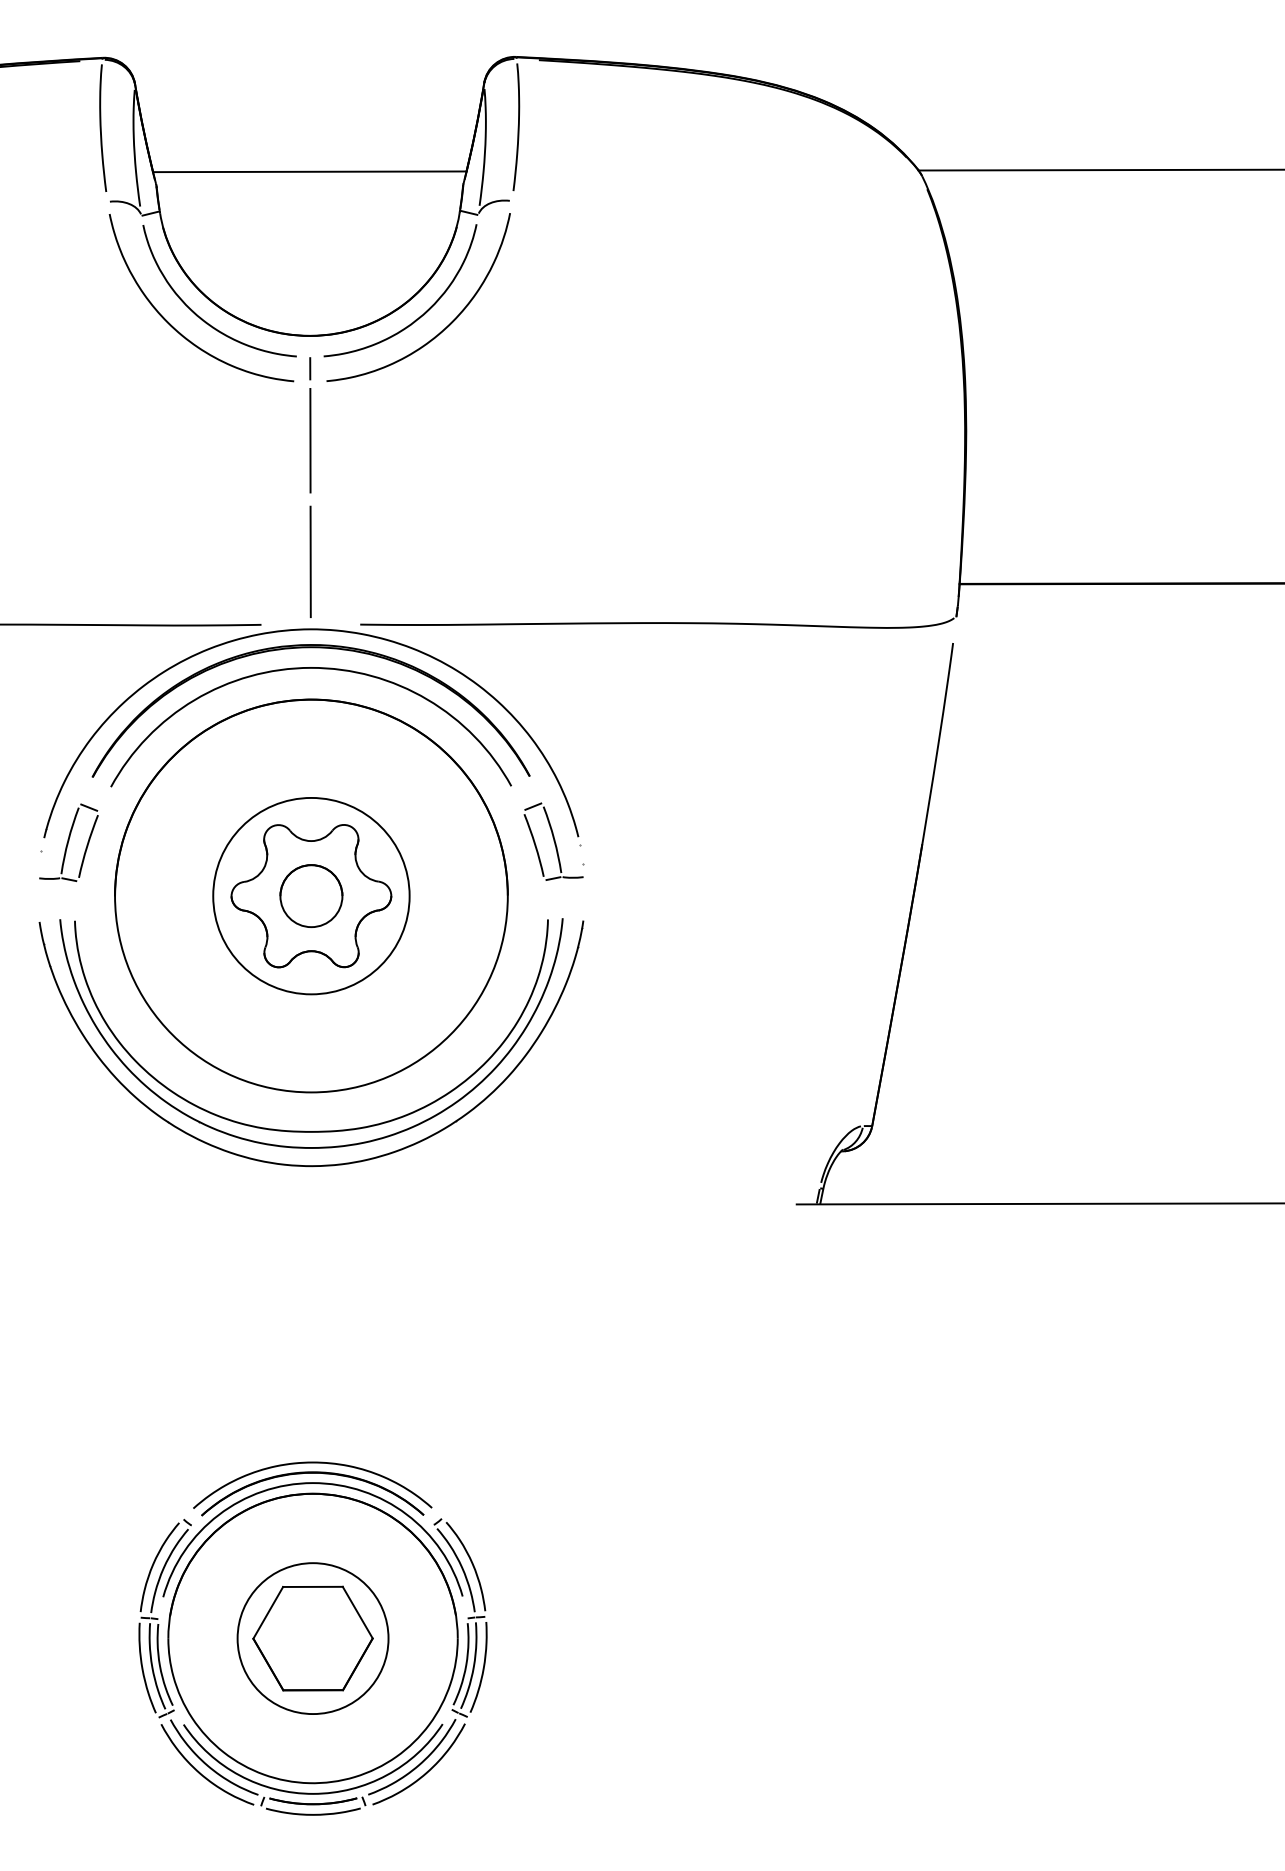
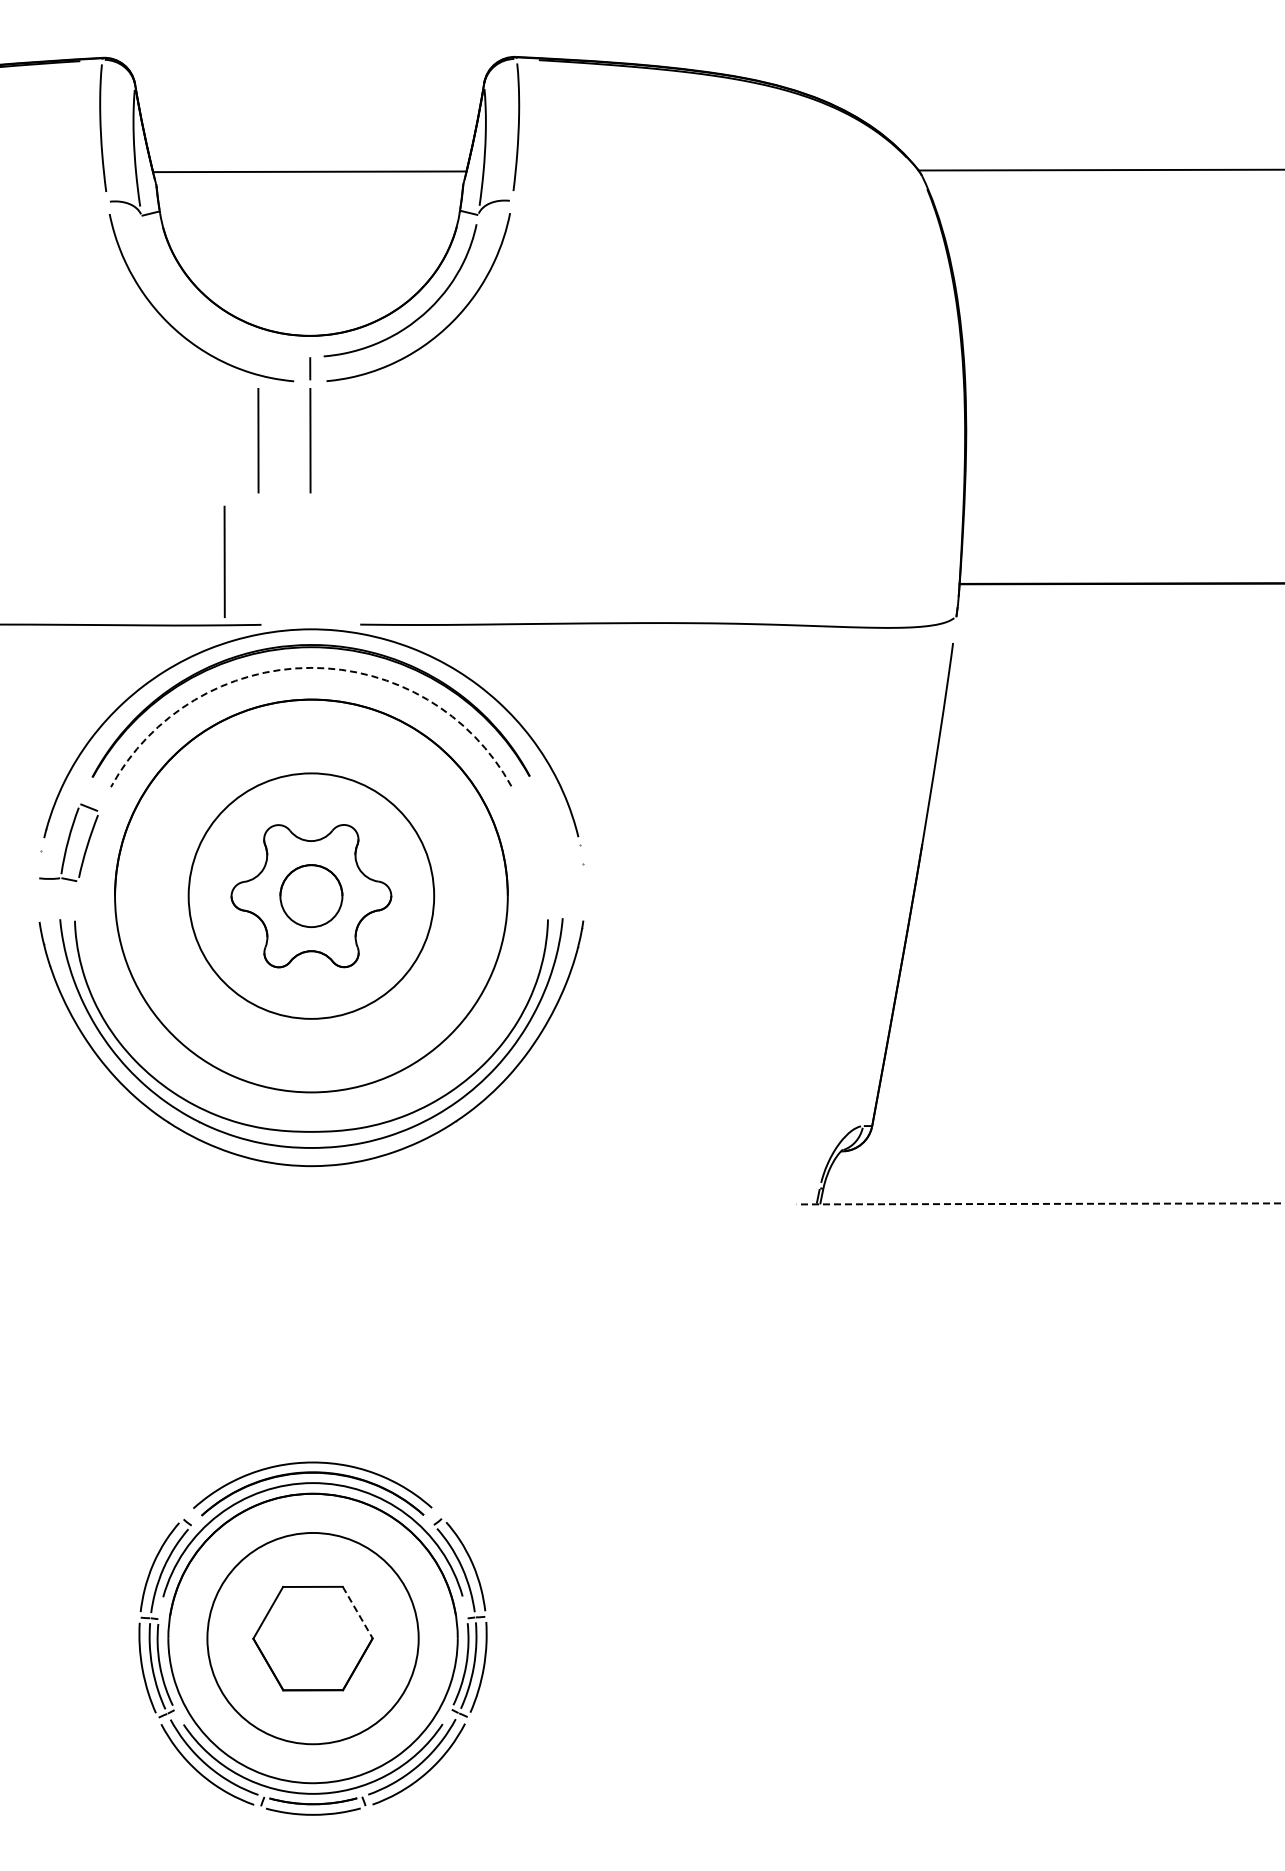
curve at (201, 317): present -> none
line at (258, 440): none -> present
line at (310, 561) position: (310, 561) -> (224, 561)
arc at (310, 667): solid -> dashed
part at (553, 841): present -> none
circle at (311, 895) diameter: 196 px -> 245 px
line at (1040, 1203): solid -> dashed
line at (357, 1612): solid -> dashed
circle at (312, 1638) diameter: 151 px -> 211 px
